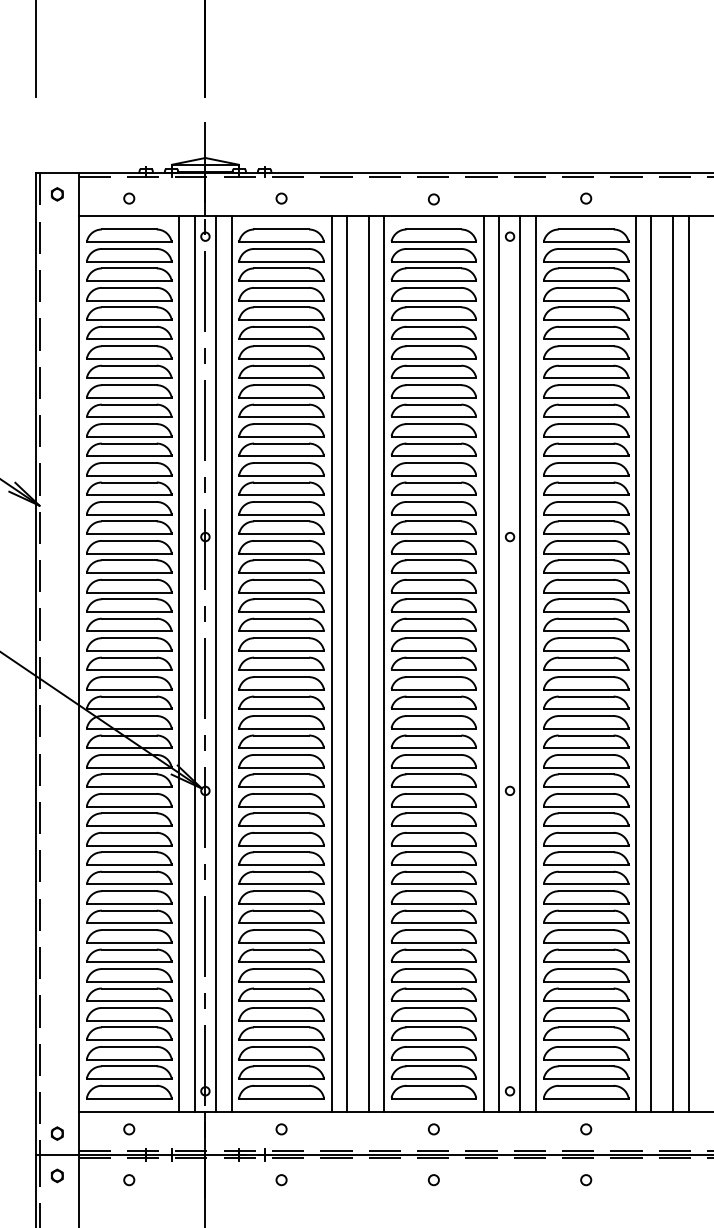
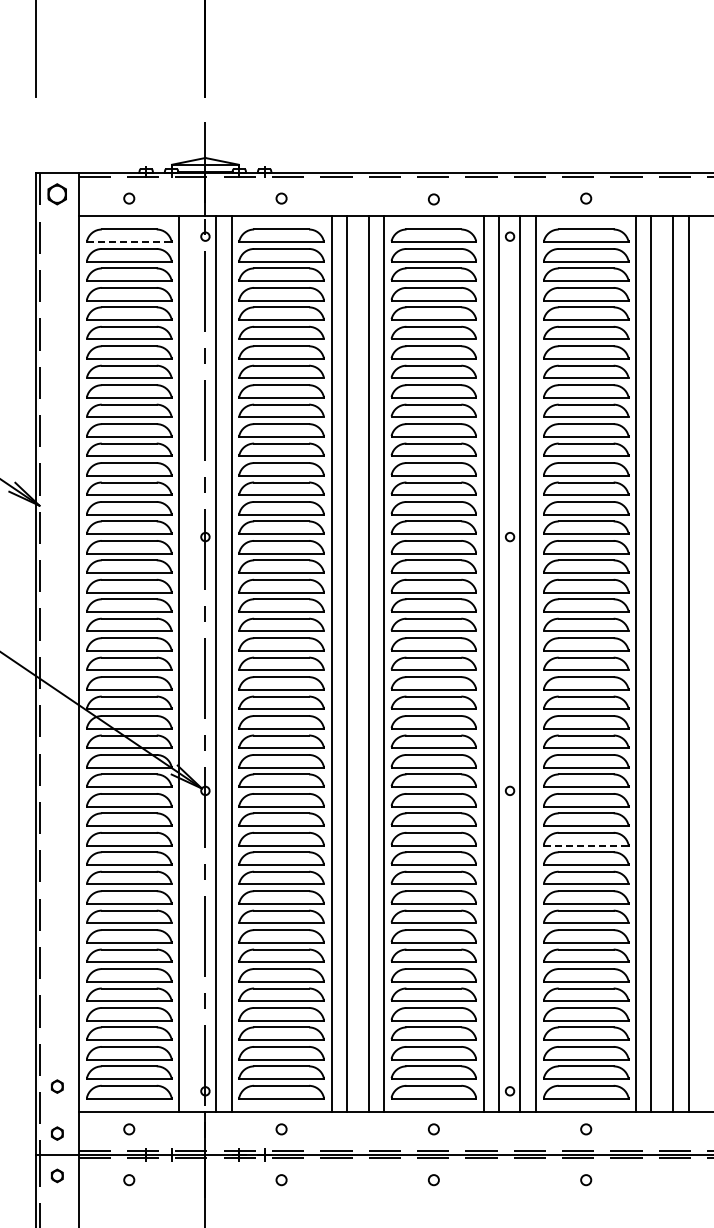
part at (57, 194) size: 13x15 px -> 20x23 px
line at (129, 242): solid -> dashed
line at (195, 663): present -> none
line at (586, 845): solid -> dashed
part at (57, 1086): none -> present
